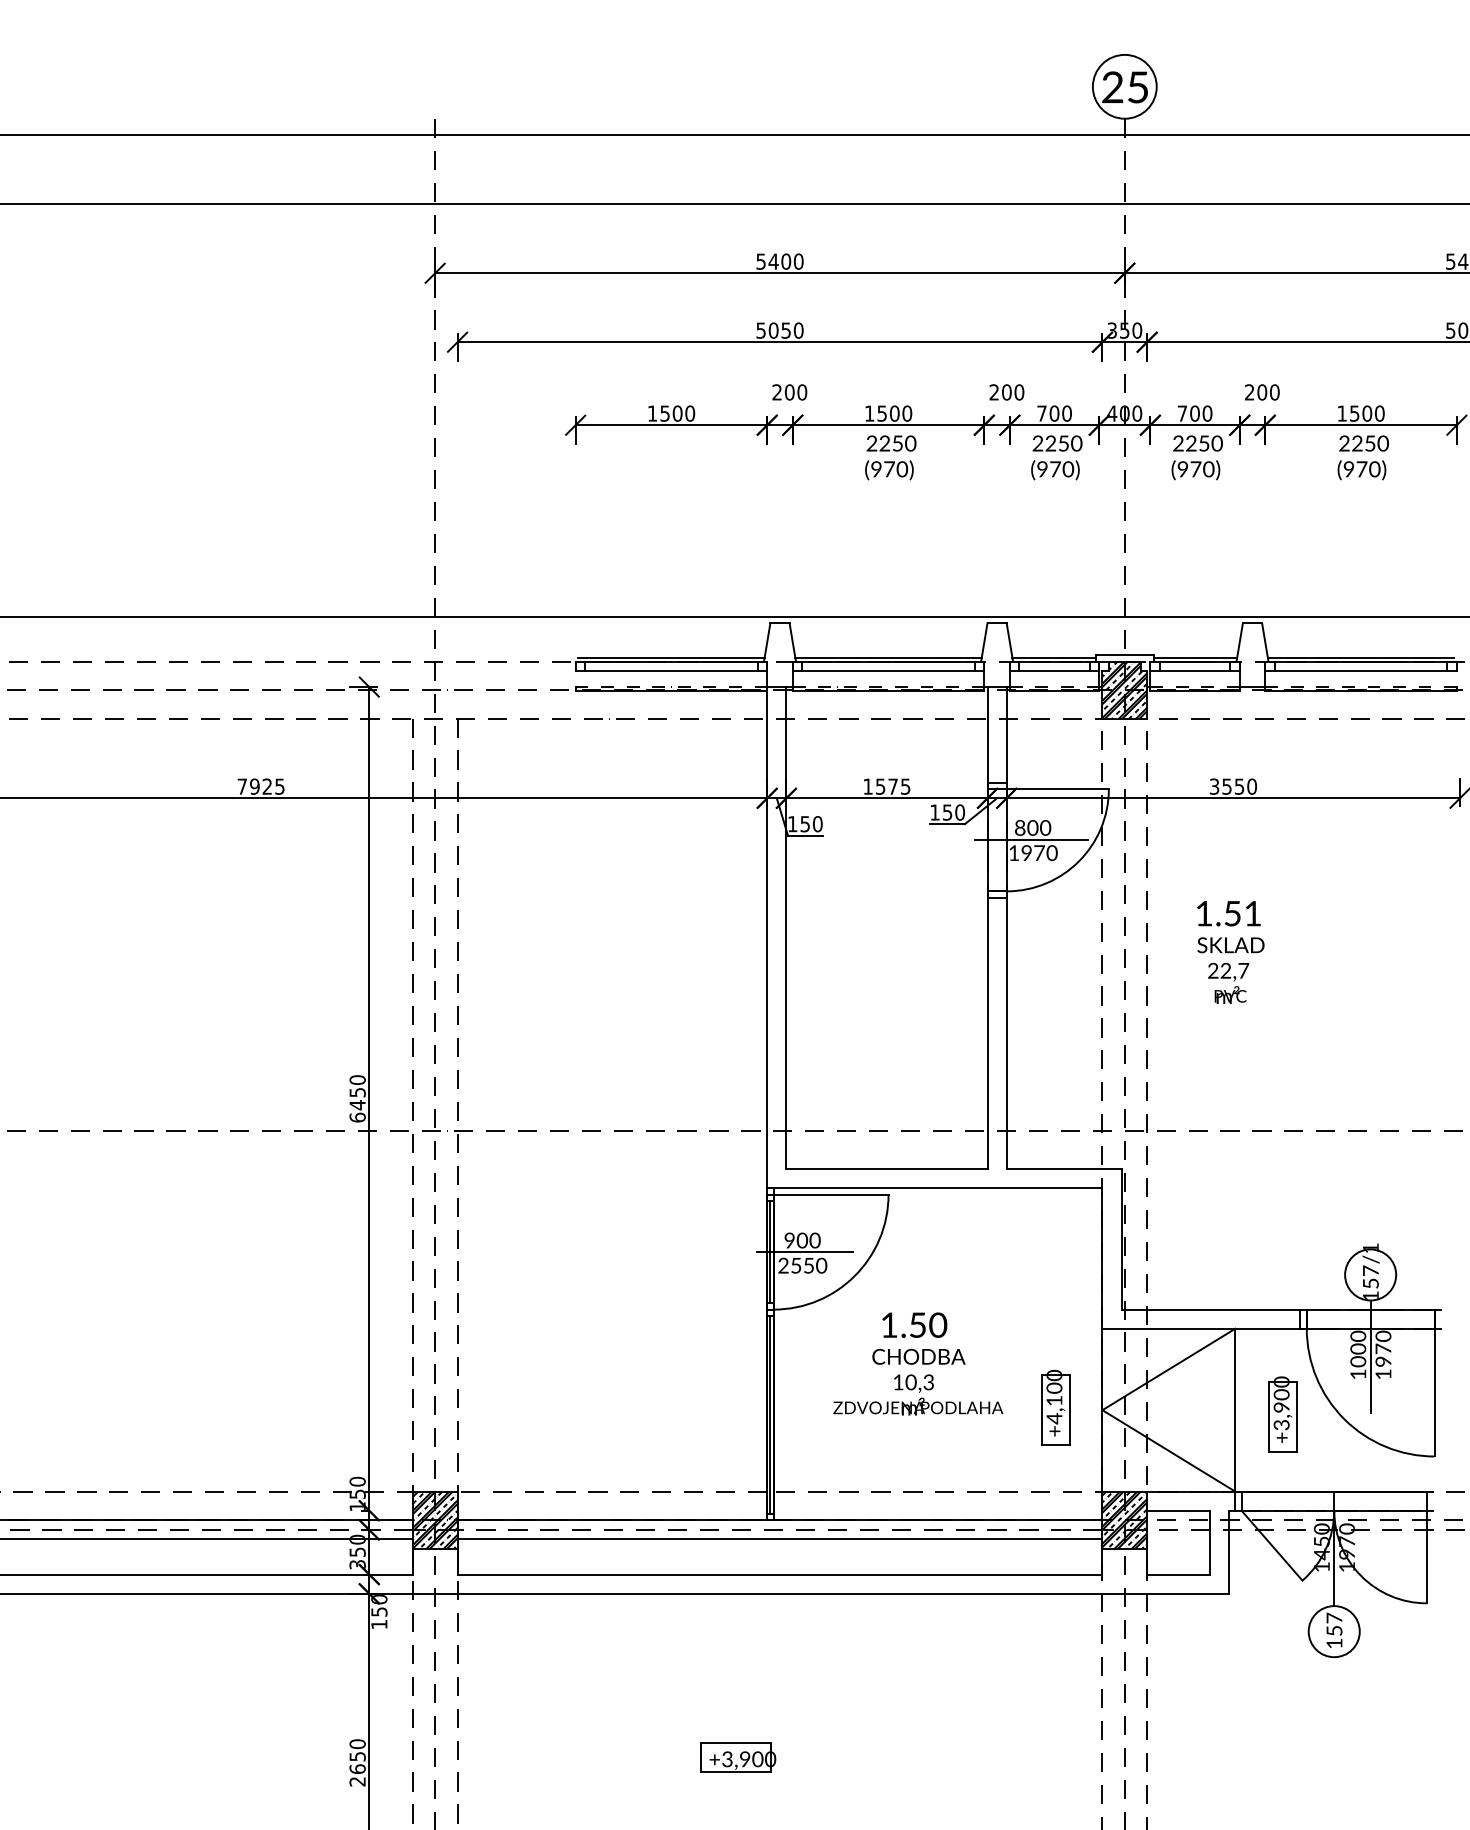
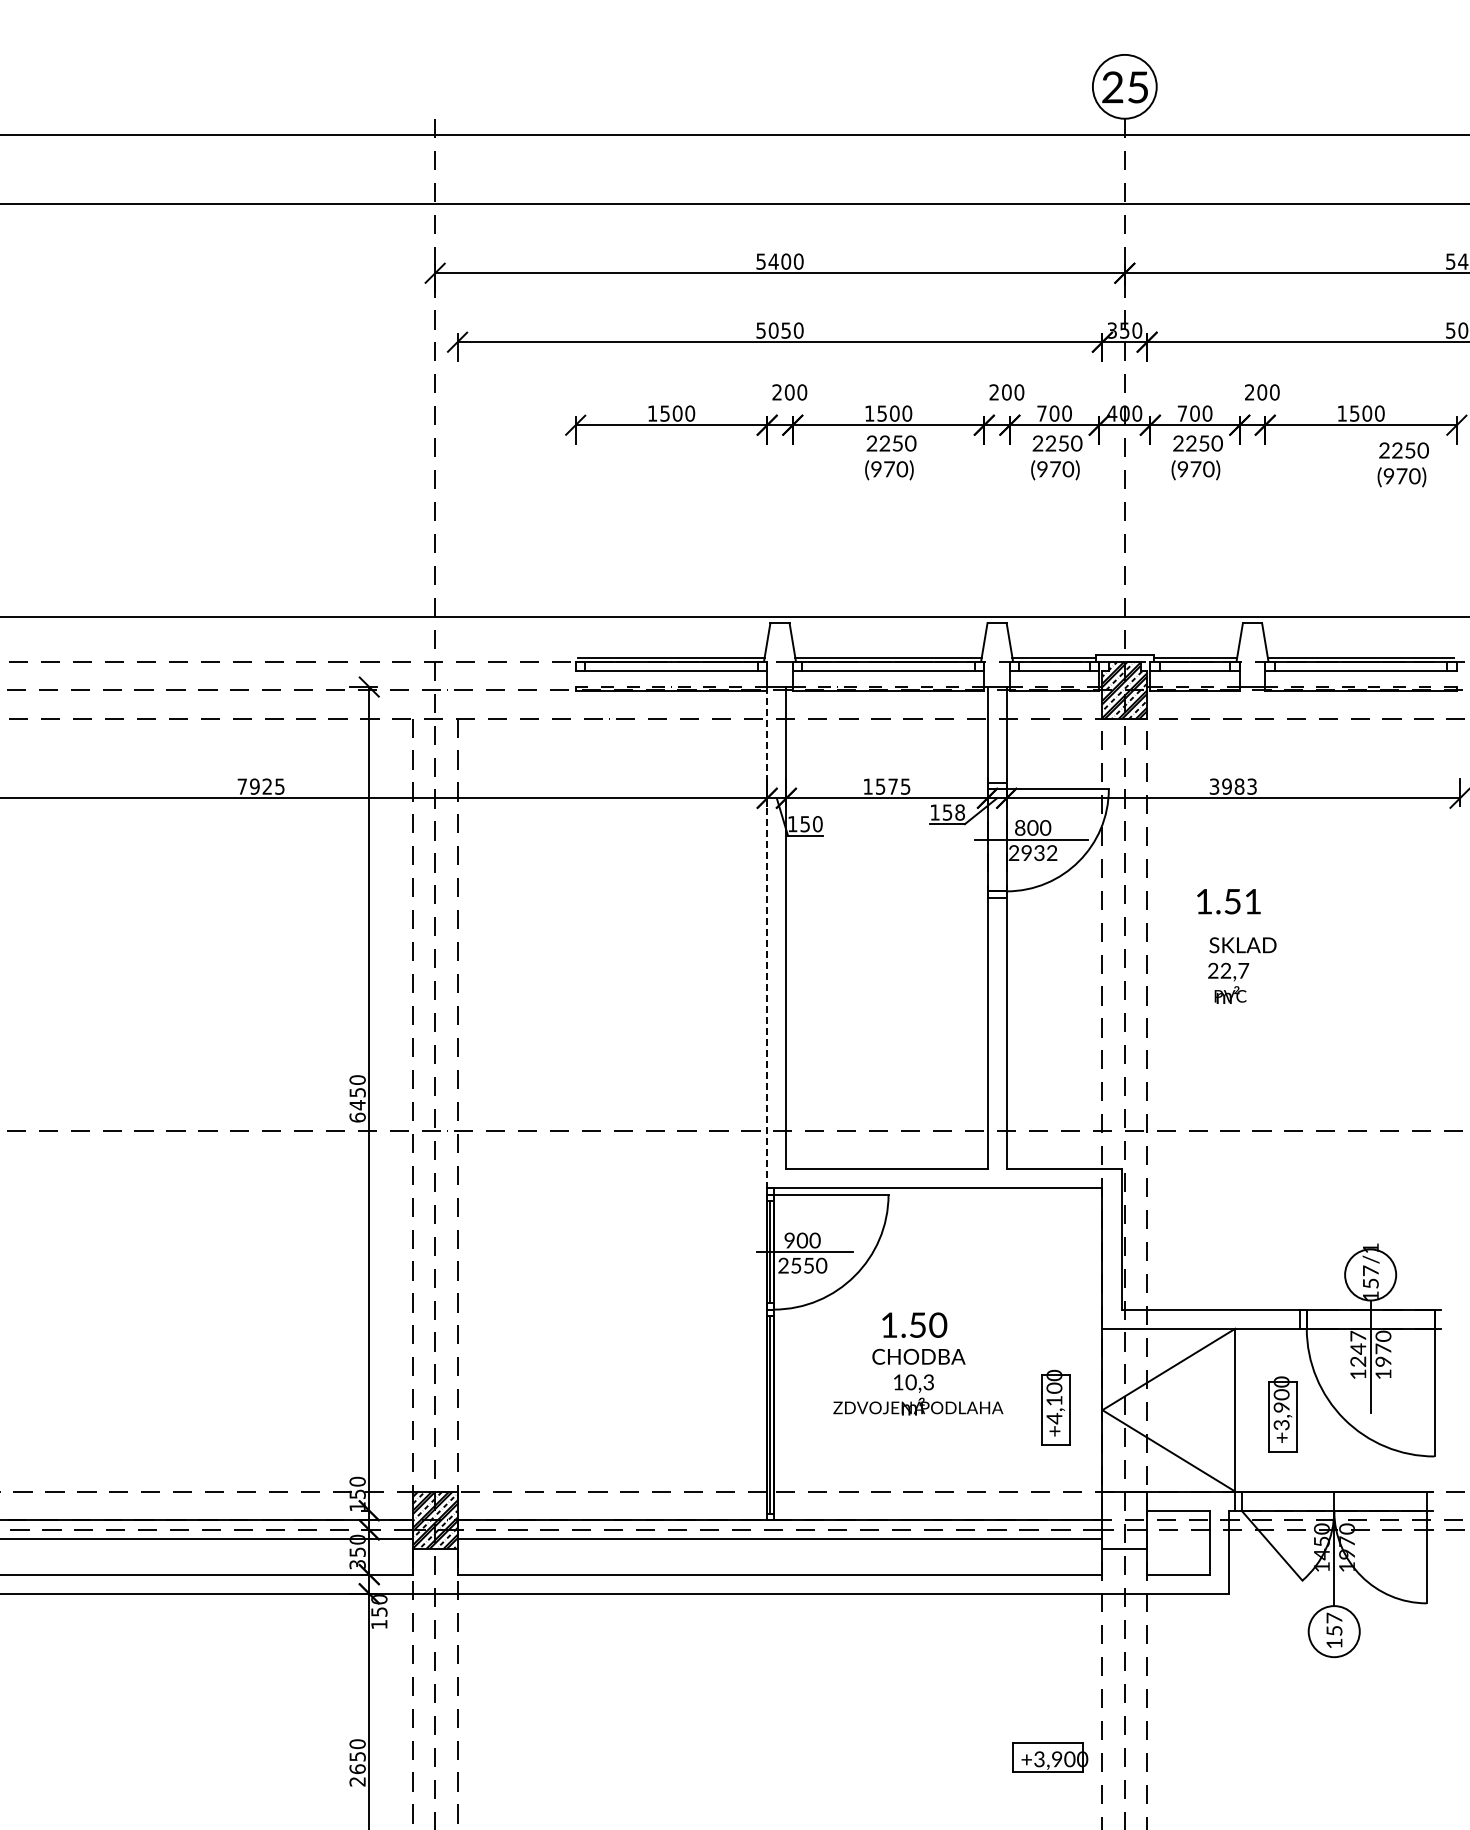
text at (1362, 457) position: (1362, 457) -> (1402, 464)
text at (1239, 786): 3550 -> 3983
text at (960, 812): 150 -> 158
text at (1032, 853): 1970 -> 2932
text at (1228, 913) position: (1228, 913) -> (1228, 901)
line at (767, 937): solid -> dashed
text at (1230, 945) position: (1230, 945) -> (1242, 945)
text at (1358, 1348): 1000 -> 1247
hatch at (1124, 1520): present -> none
part at (738, 1757) position: (738, 1757) -> (1050, 1757)
